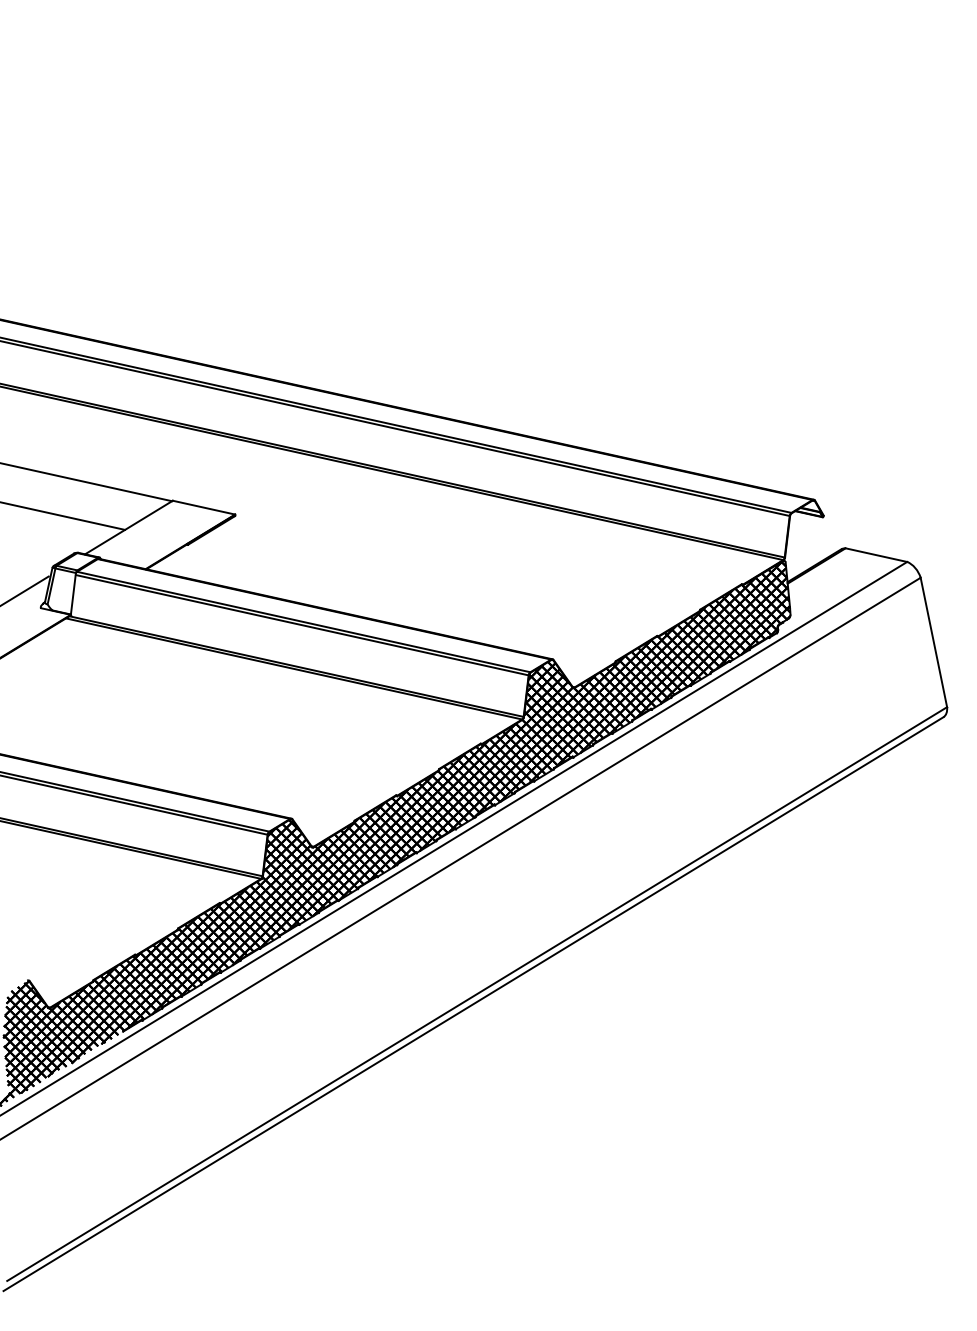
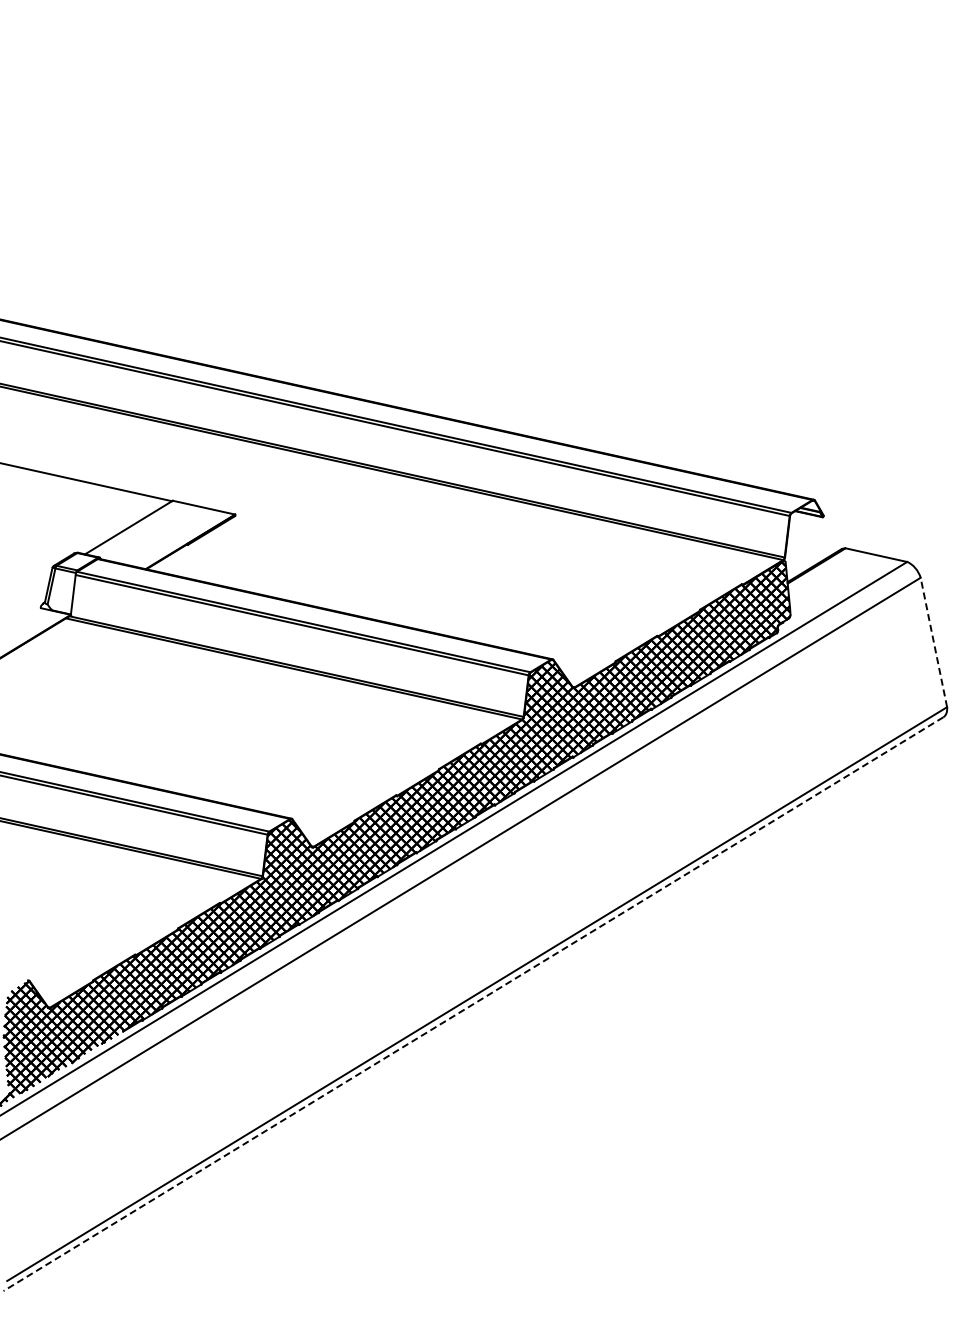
line at (63, 515): present -> none
line at (25, 590): present -> none
line at (933, 642): solid -> dashed
line at (473, 1004): solid -> dashed
